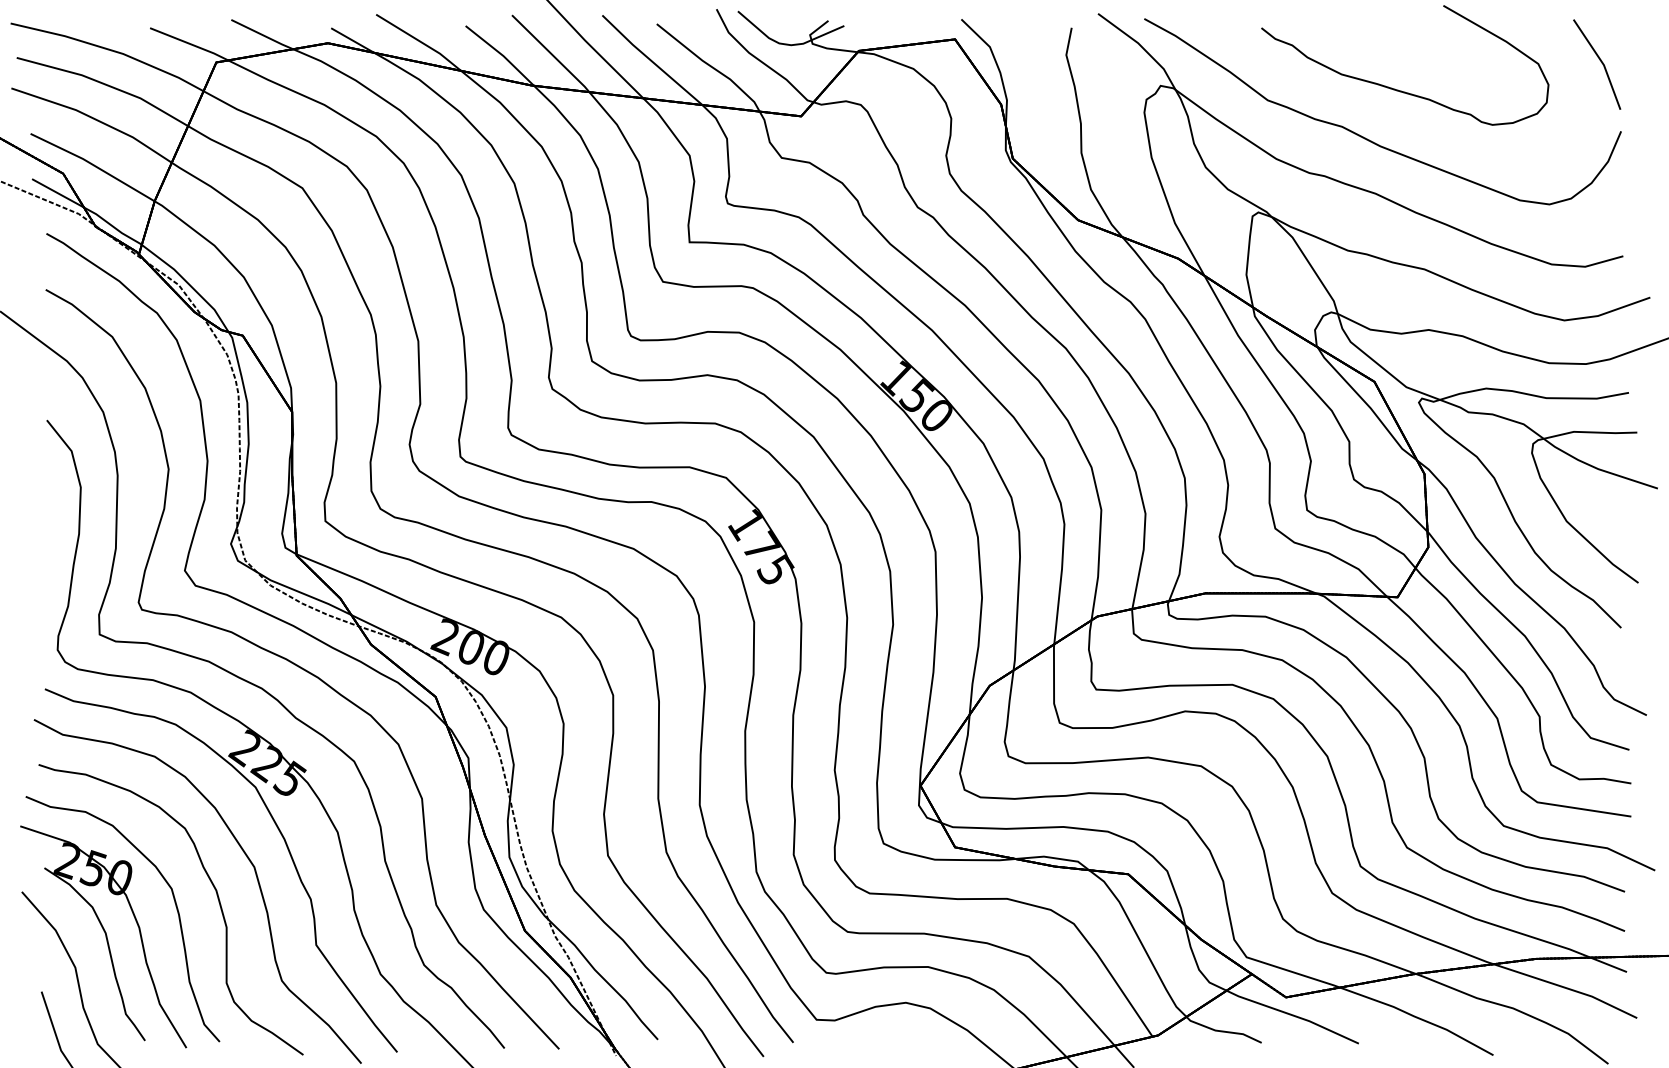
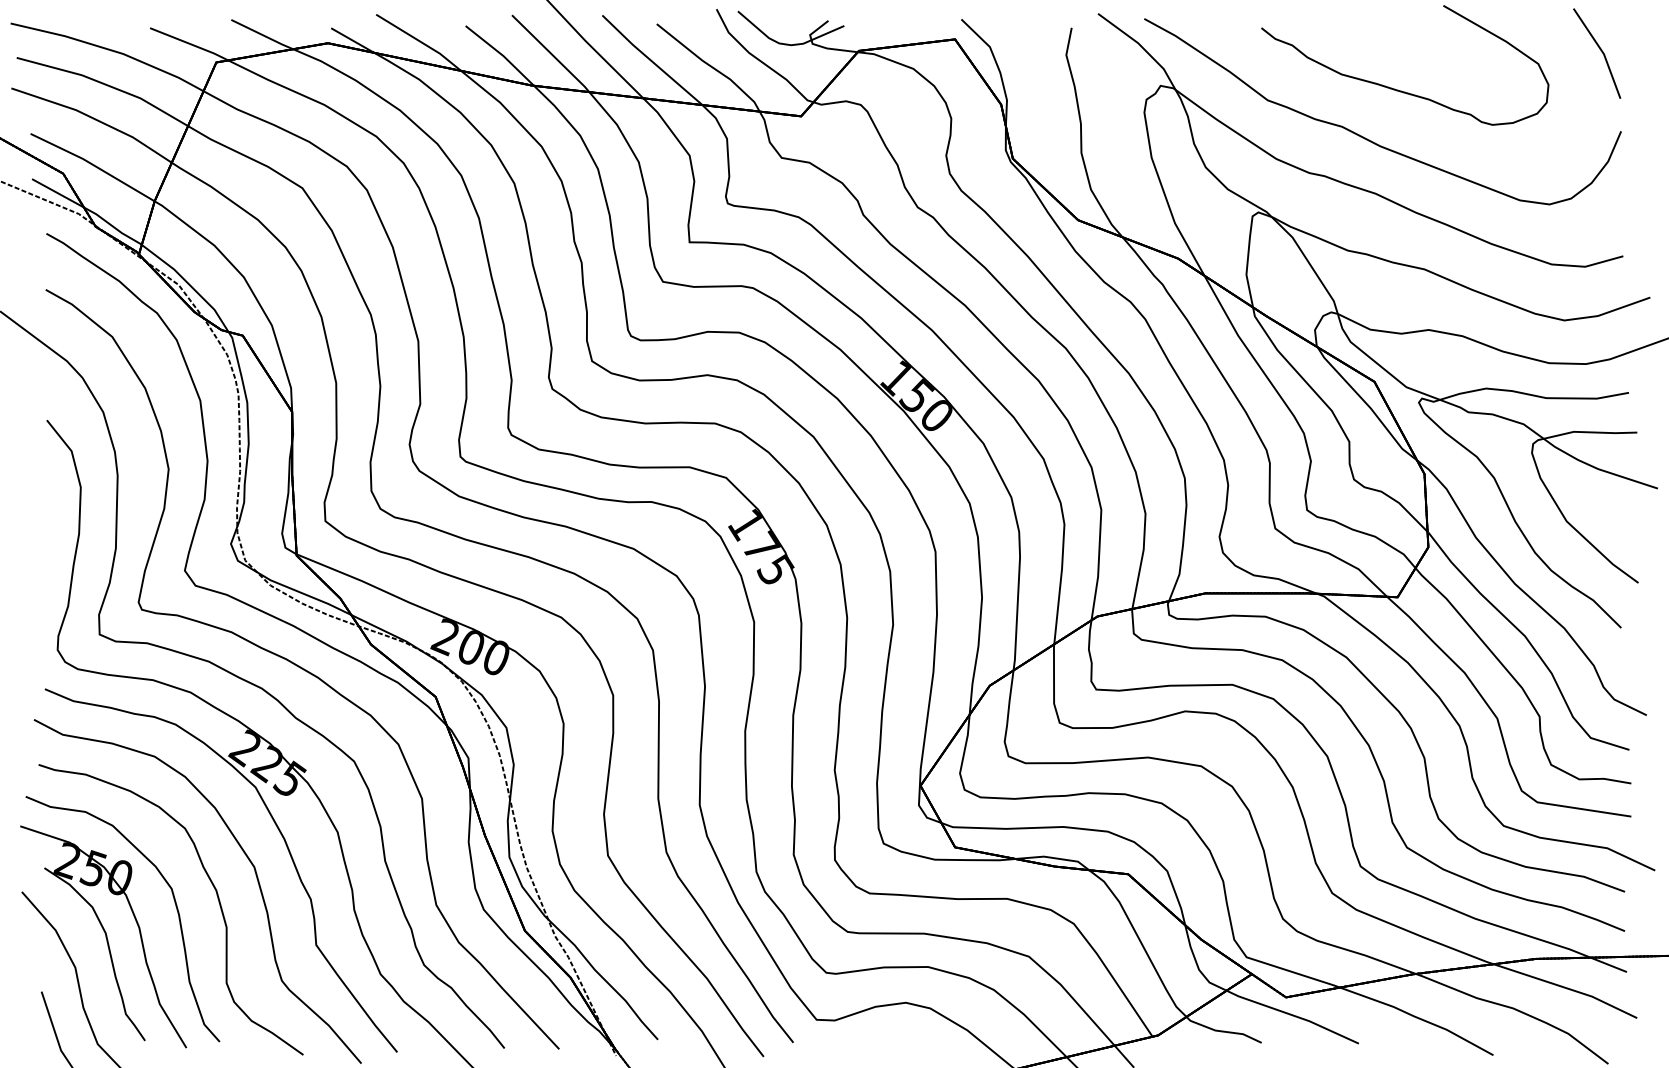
line at (1601, 63) position: (1601, 63) -> (1601, 52)
